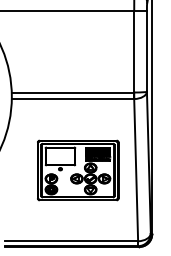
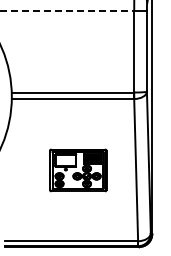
line at (67, 11): solid -> dashed
part at (78, 170) size: 83x63 px -> 59x45 px
